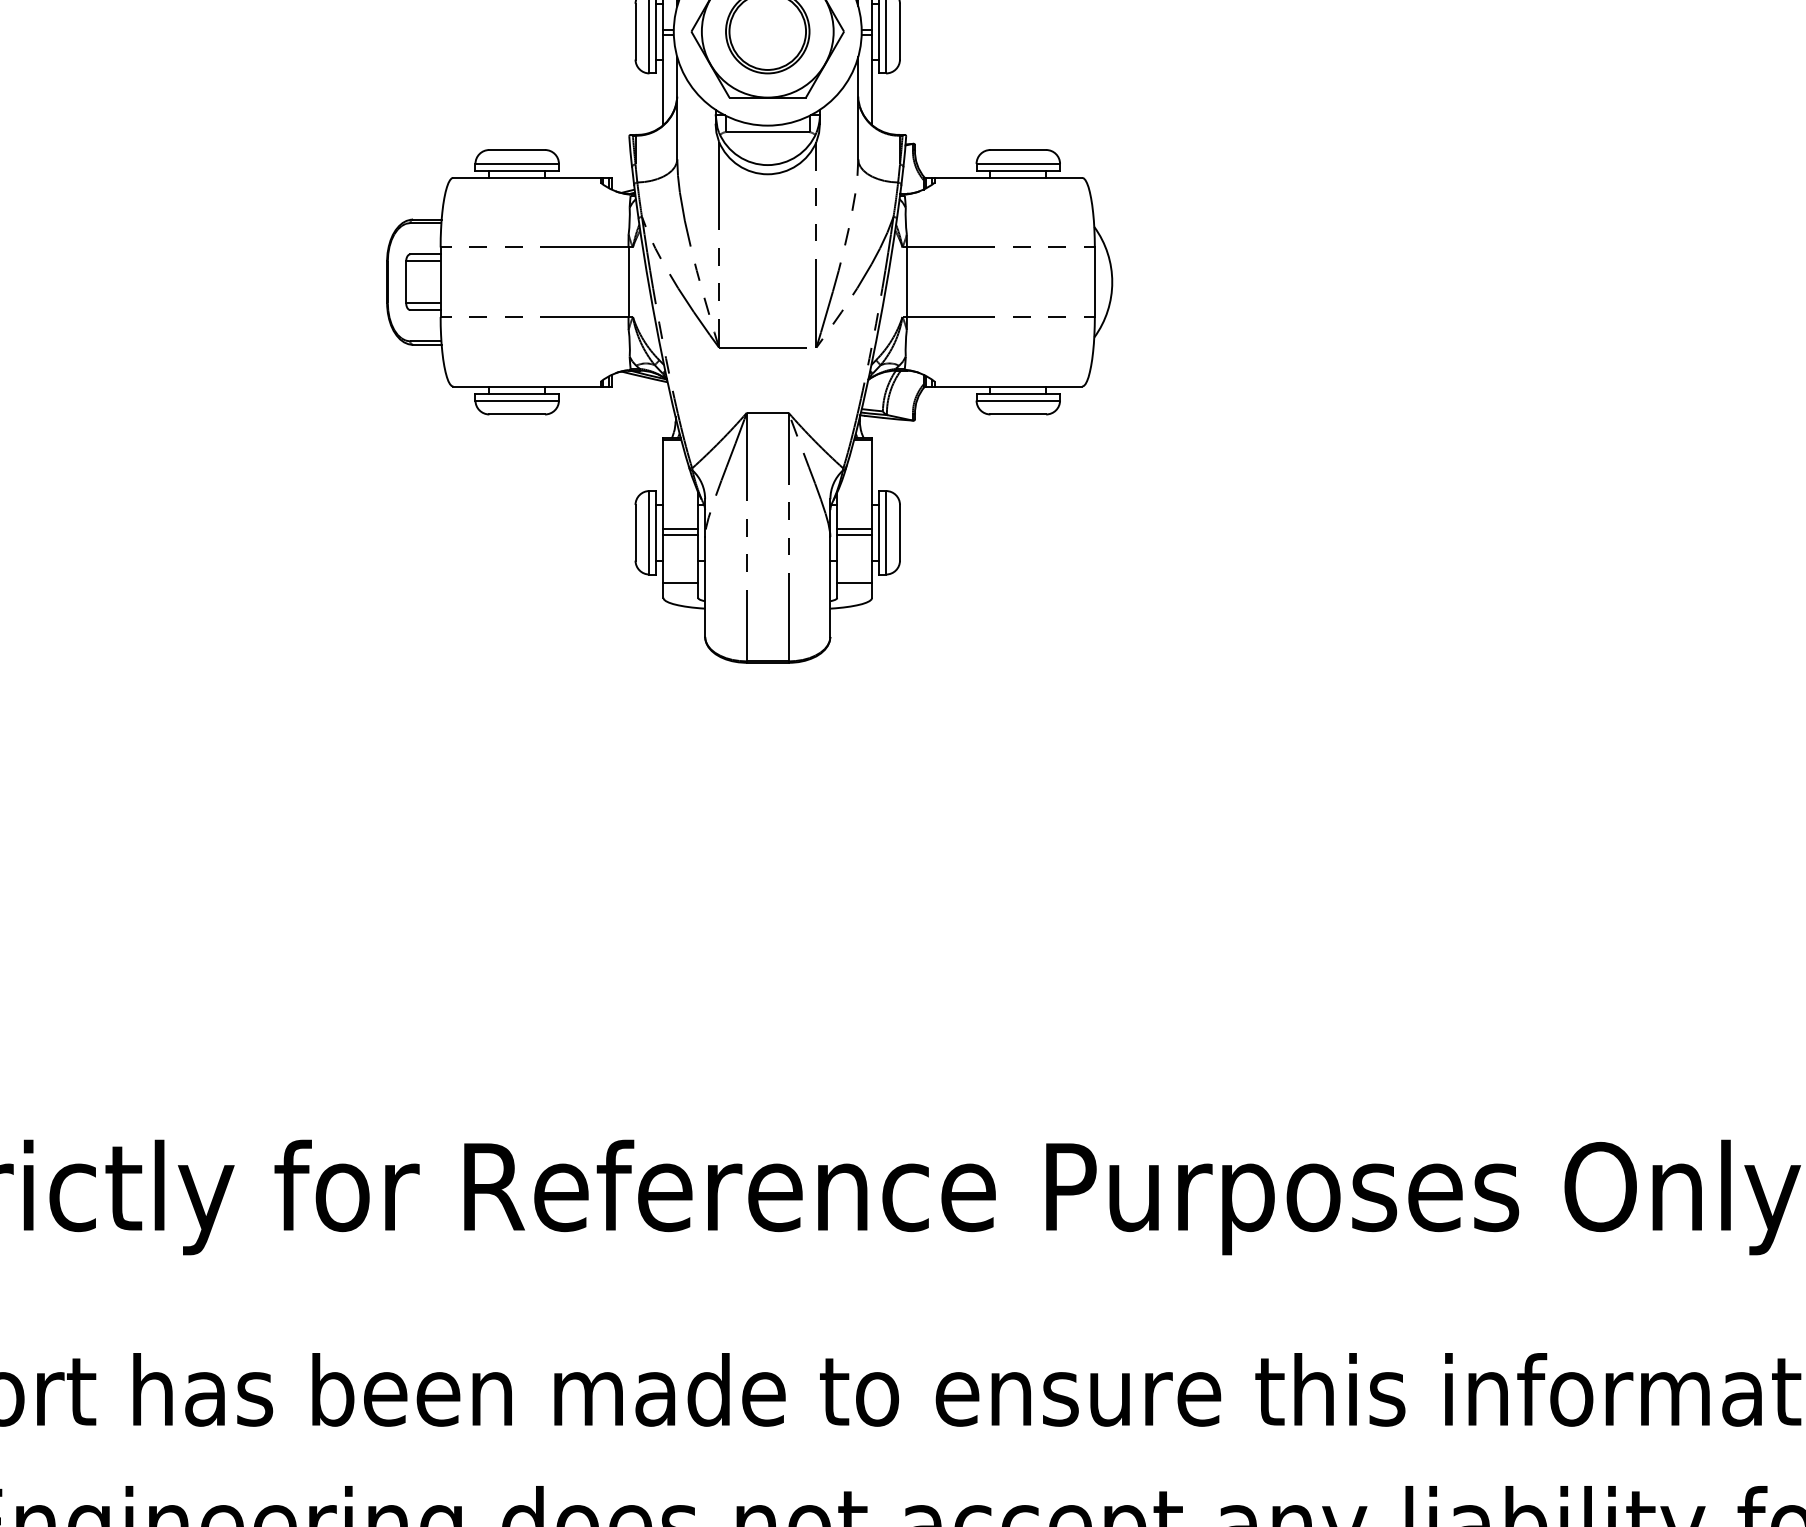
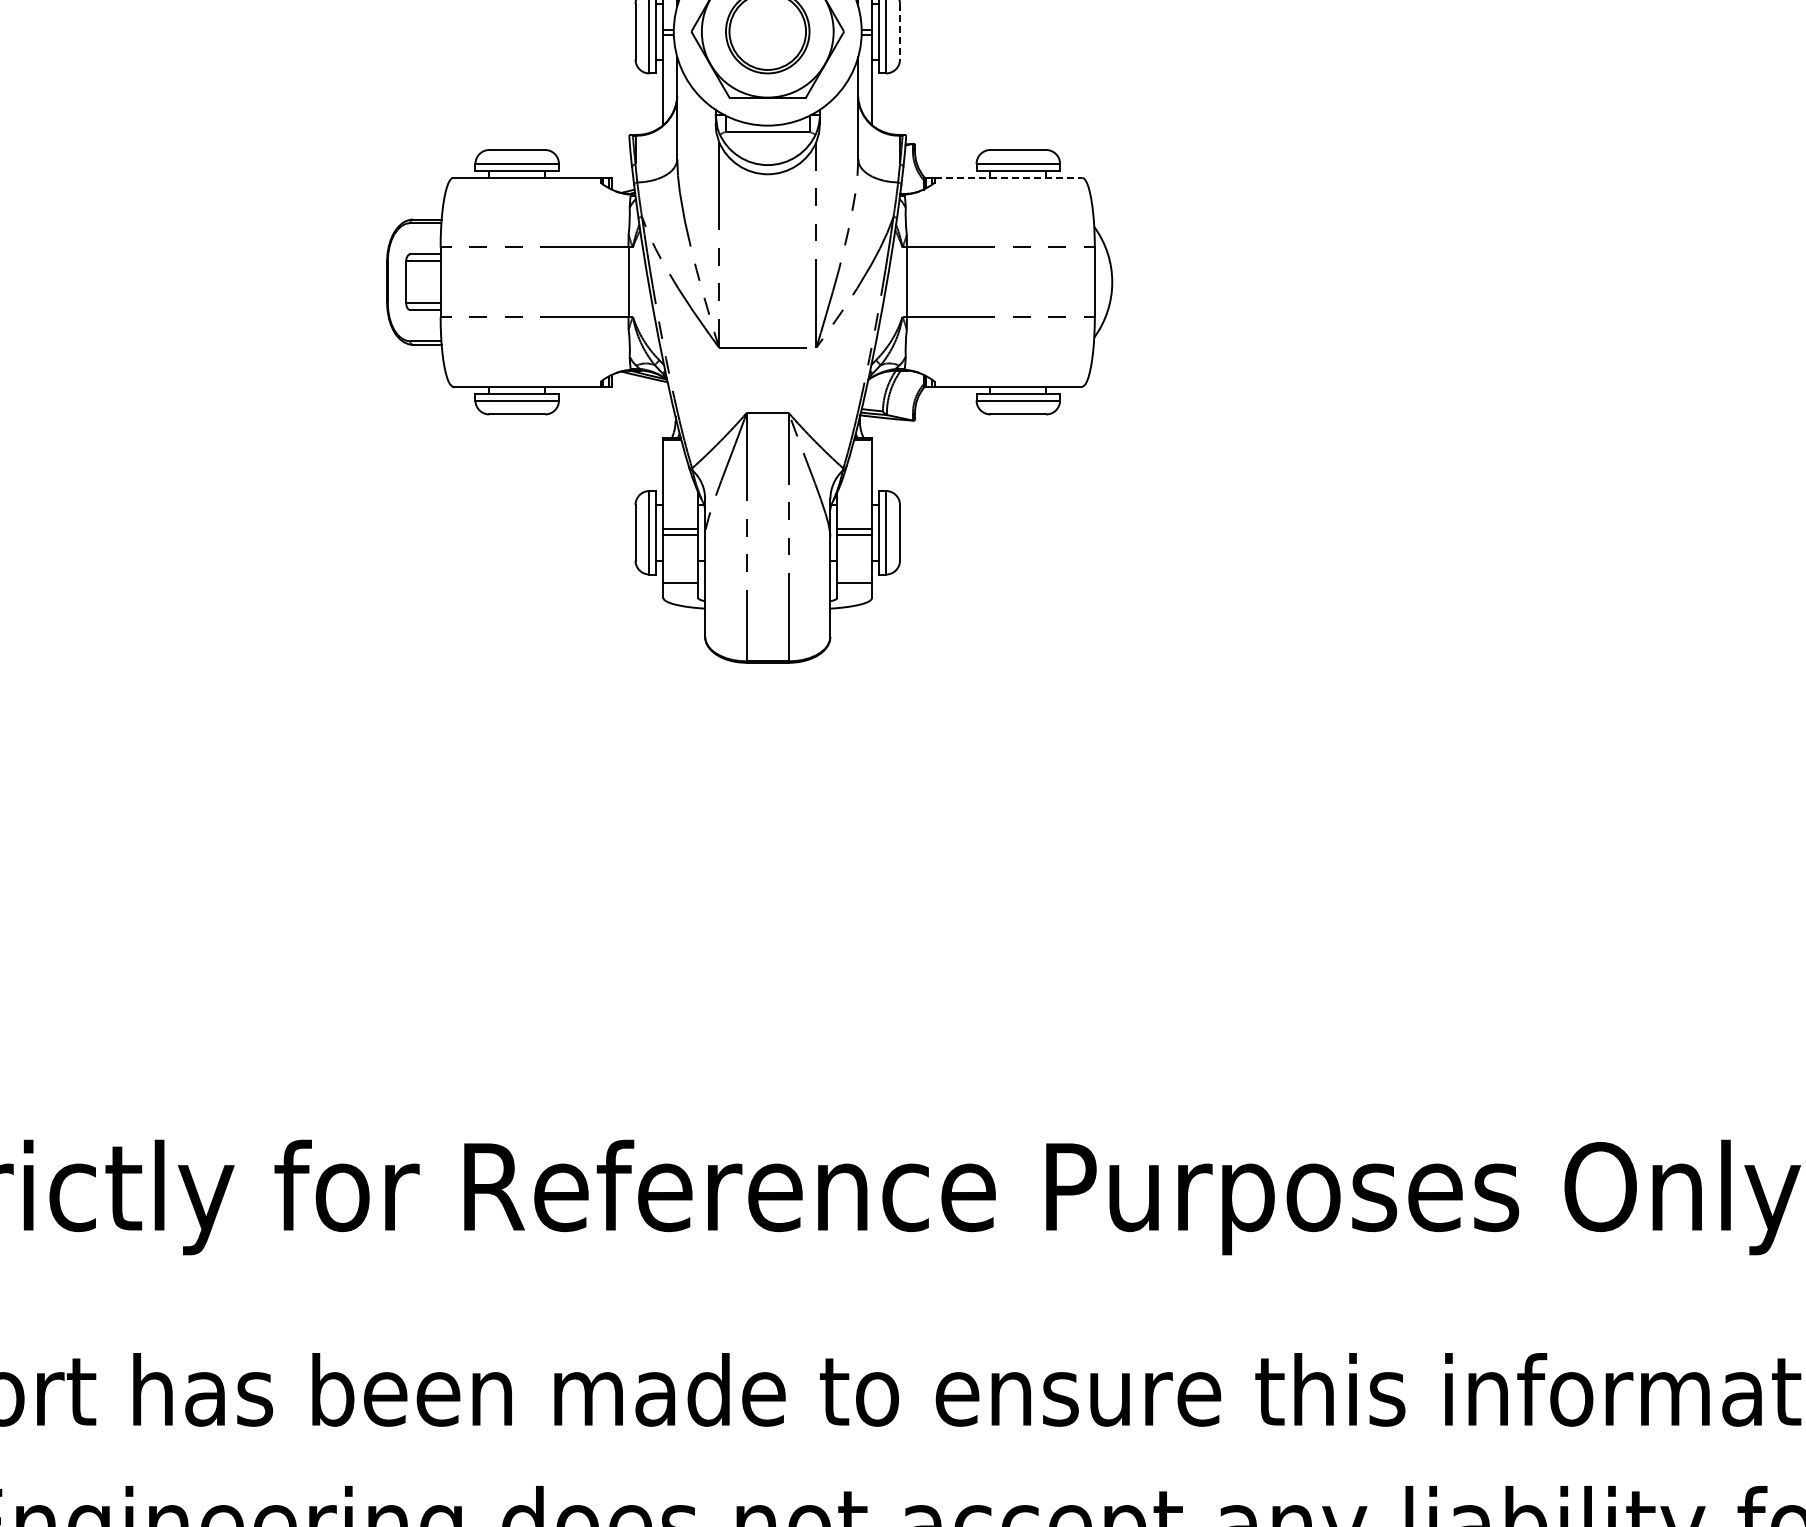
line at (900, 31): solid -> dashed
line at (1008, 177): solid -> dashed
